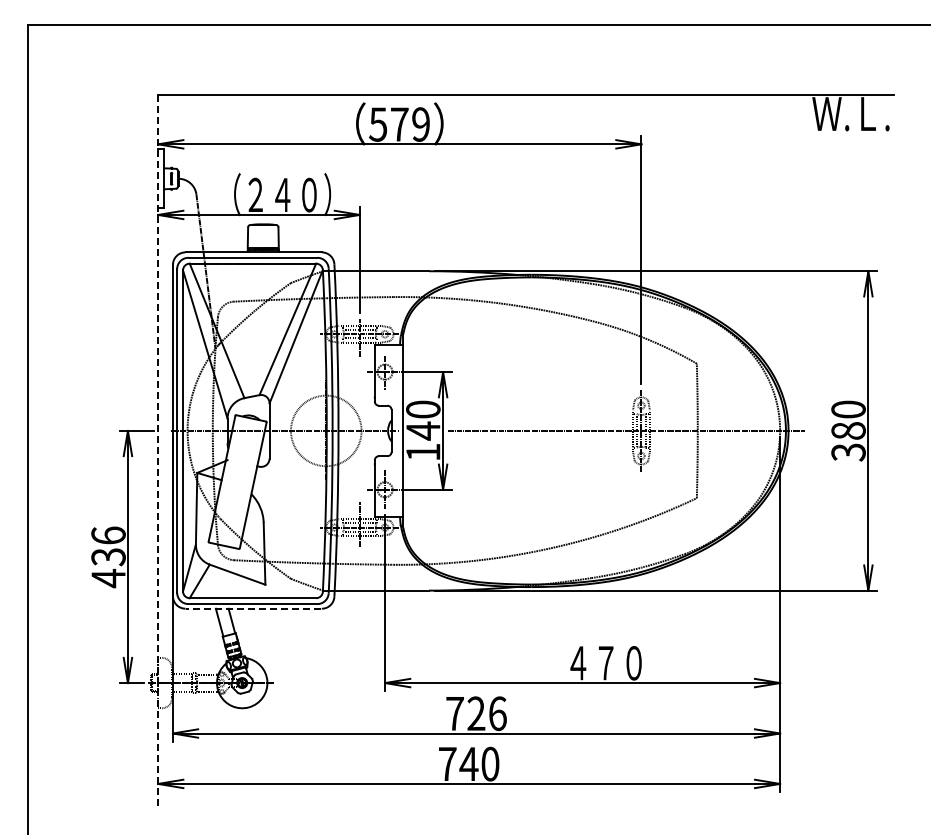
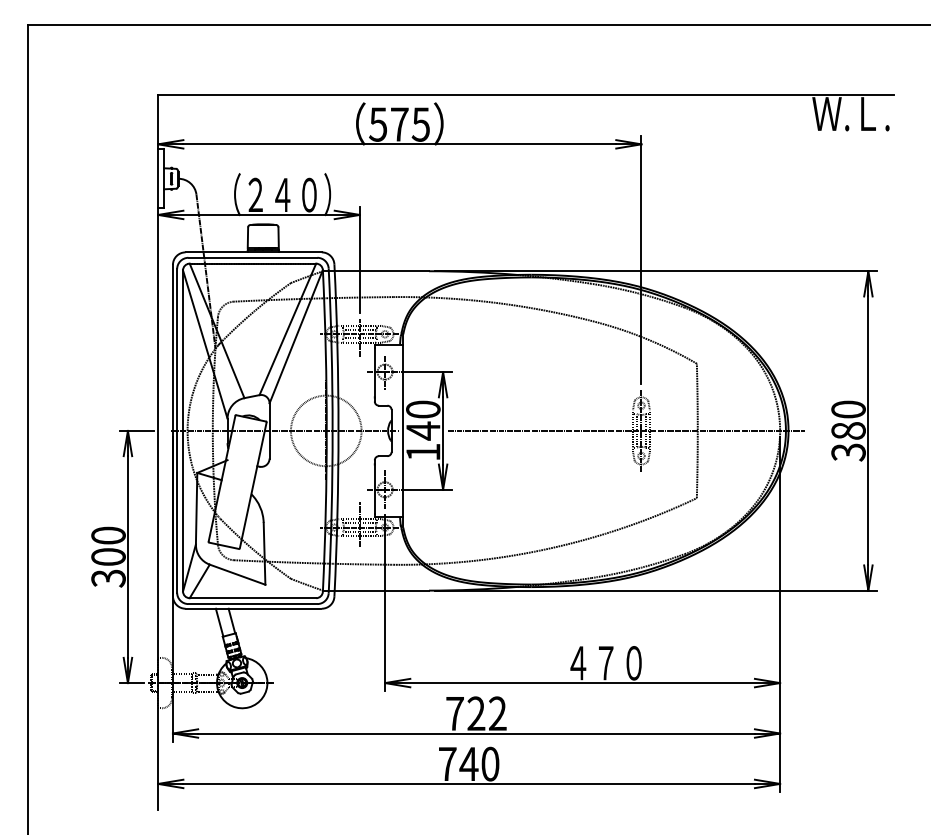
text at (420, 124): 579 -> 575
line at (158, 452): dashed -> solid
text at (108, 557): 436 -> 300
line at (253, 608): dashed -> solid
text at (497, 713): 726 -> 722
